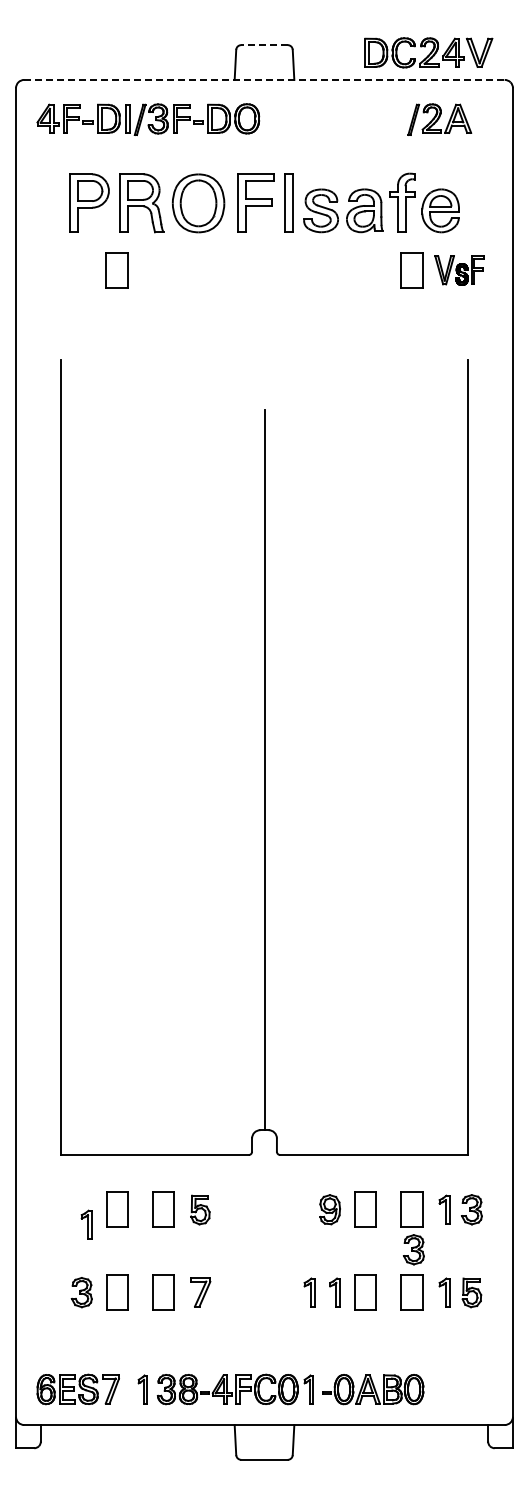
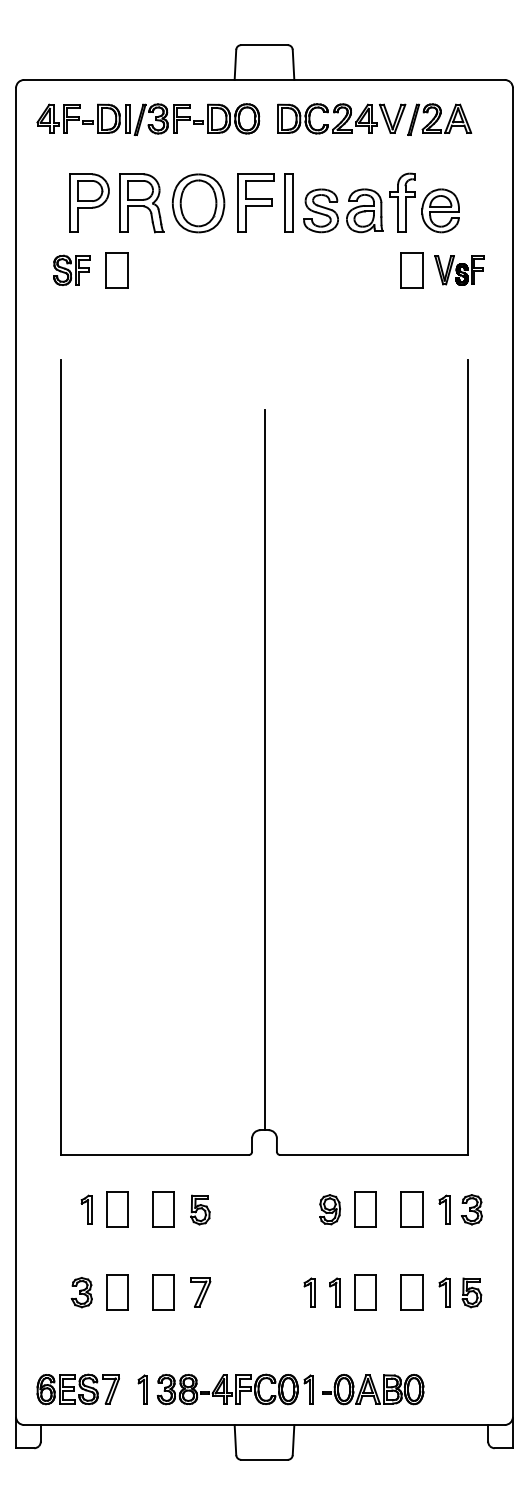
line at (264, 45): dashed -> solid
part at (428, 52) position: (428, 52) -> (341, 118)
line at (264, 79): dashed -> solid
part at (71, 269): none -> present
part at (86, 1224) position: (86, 1224) -> (86, 1209)
part at (413, 1249): present -> none
